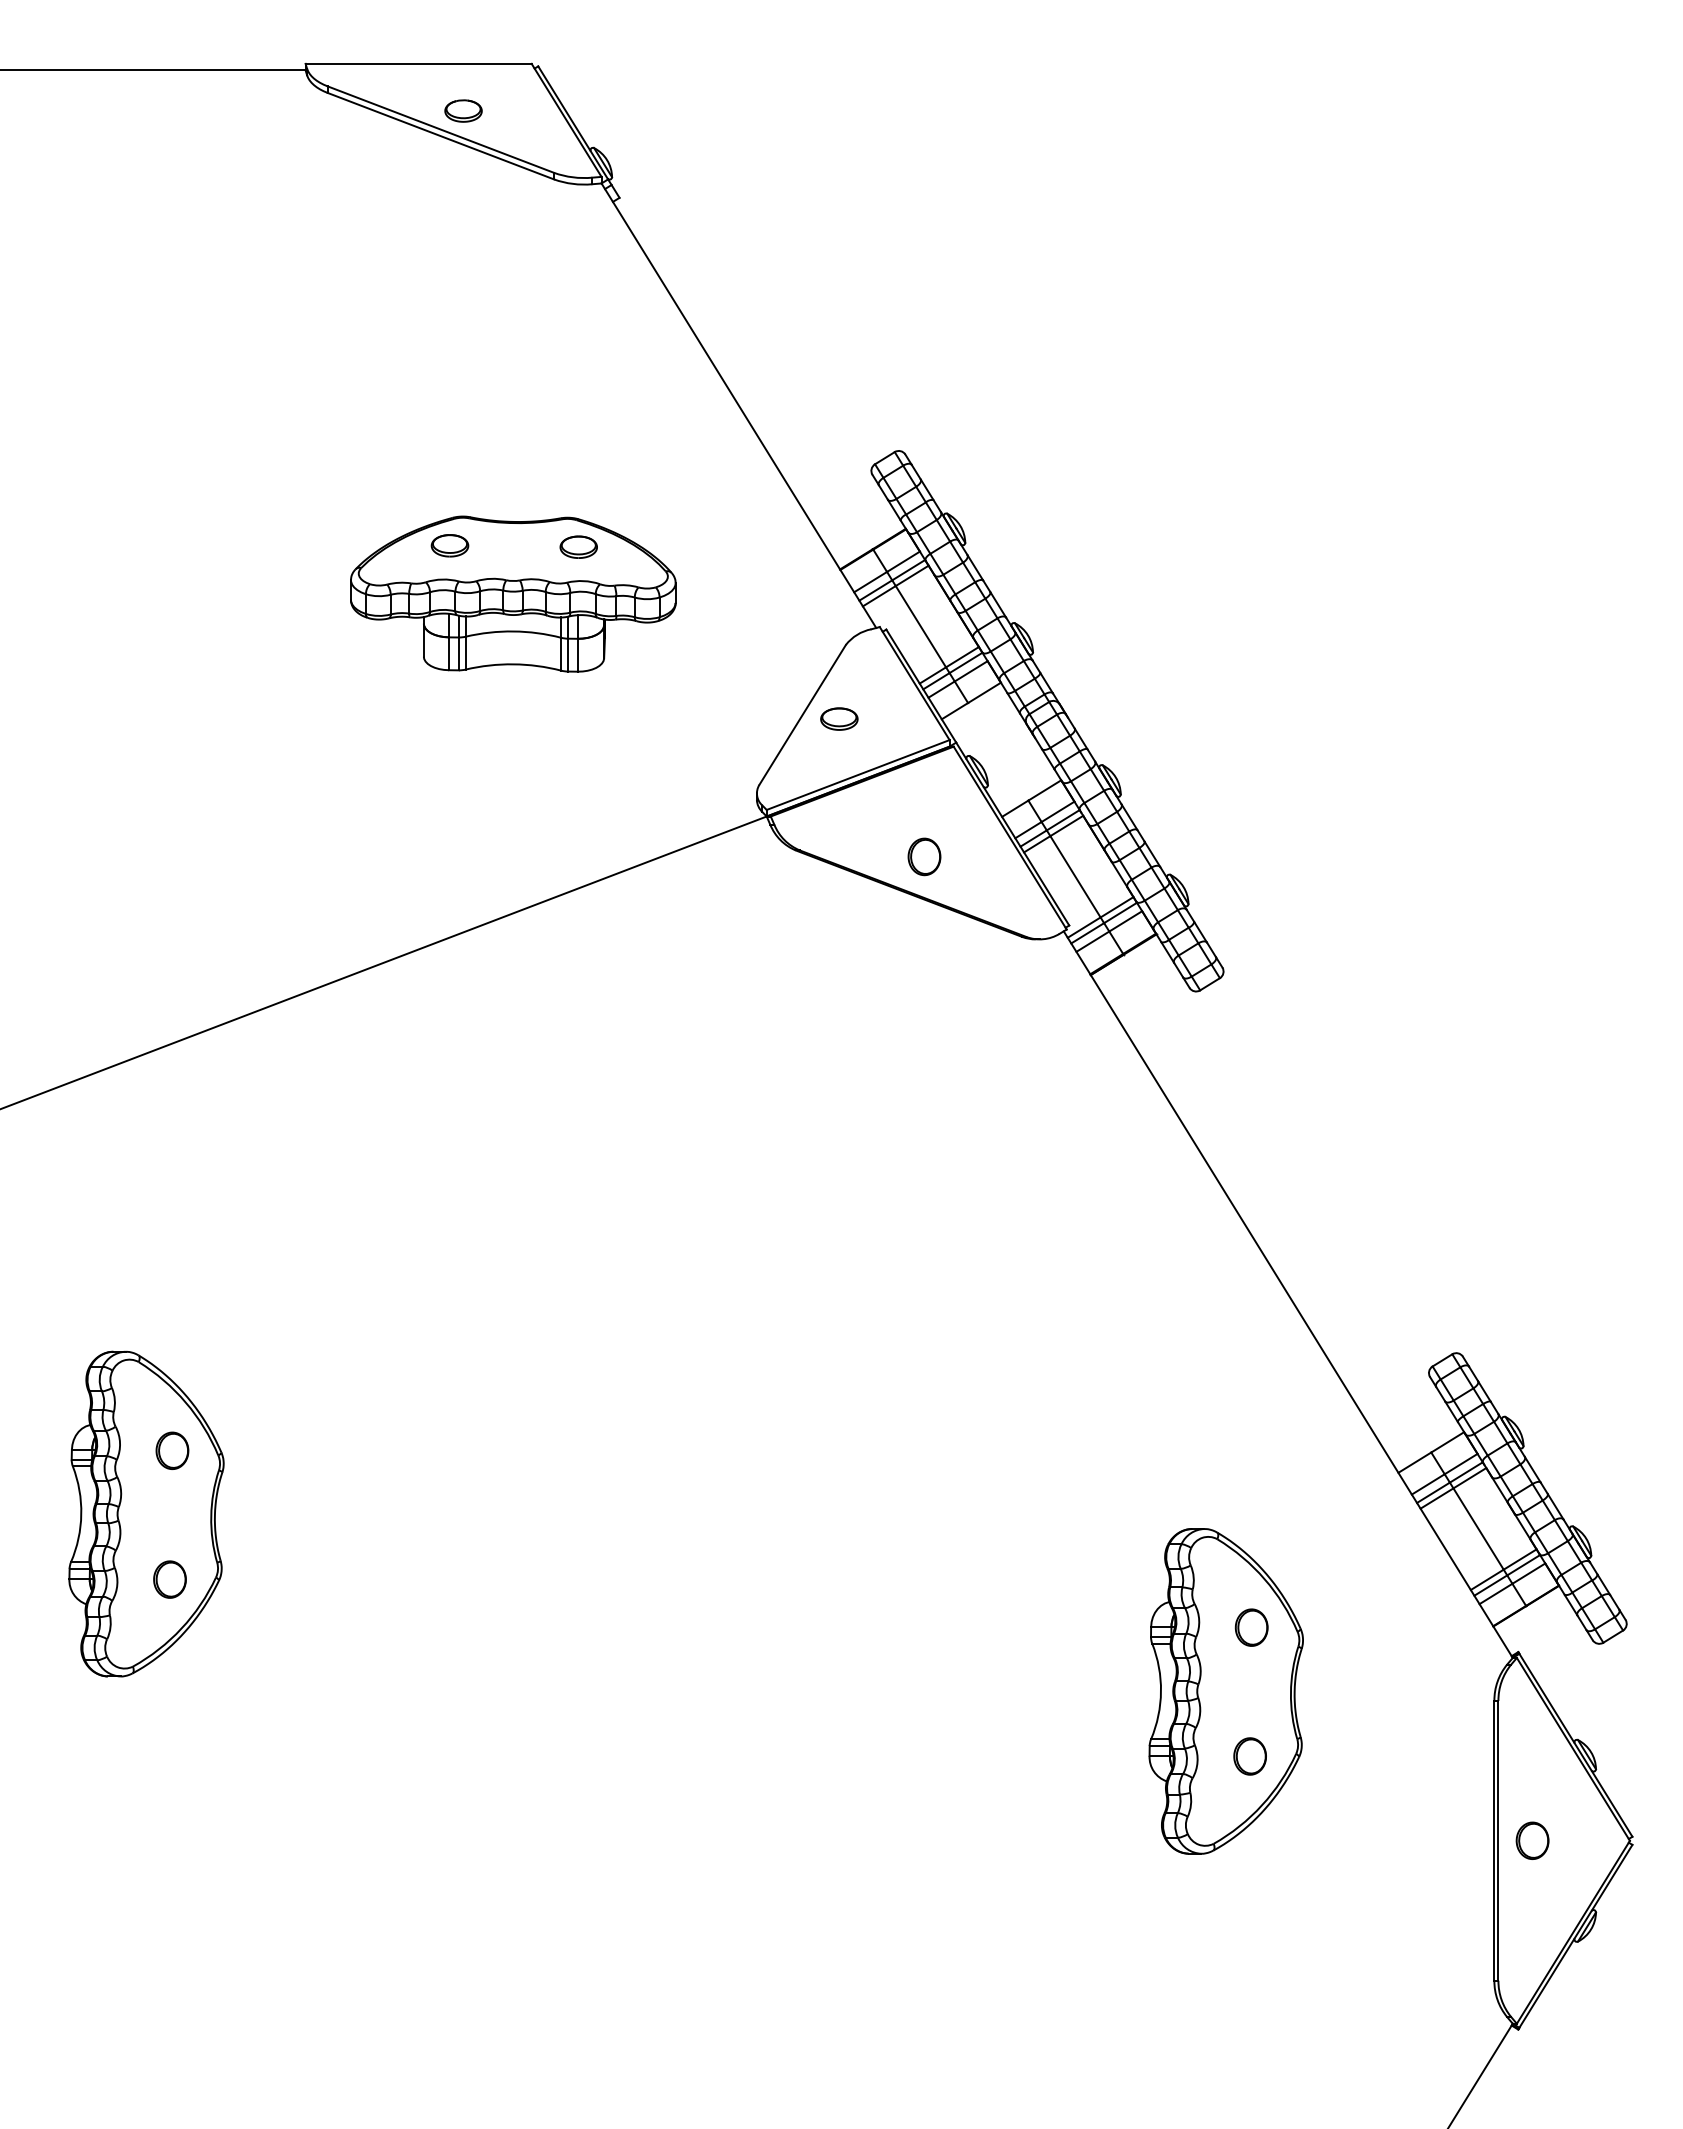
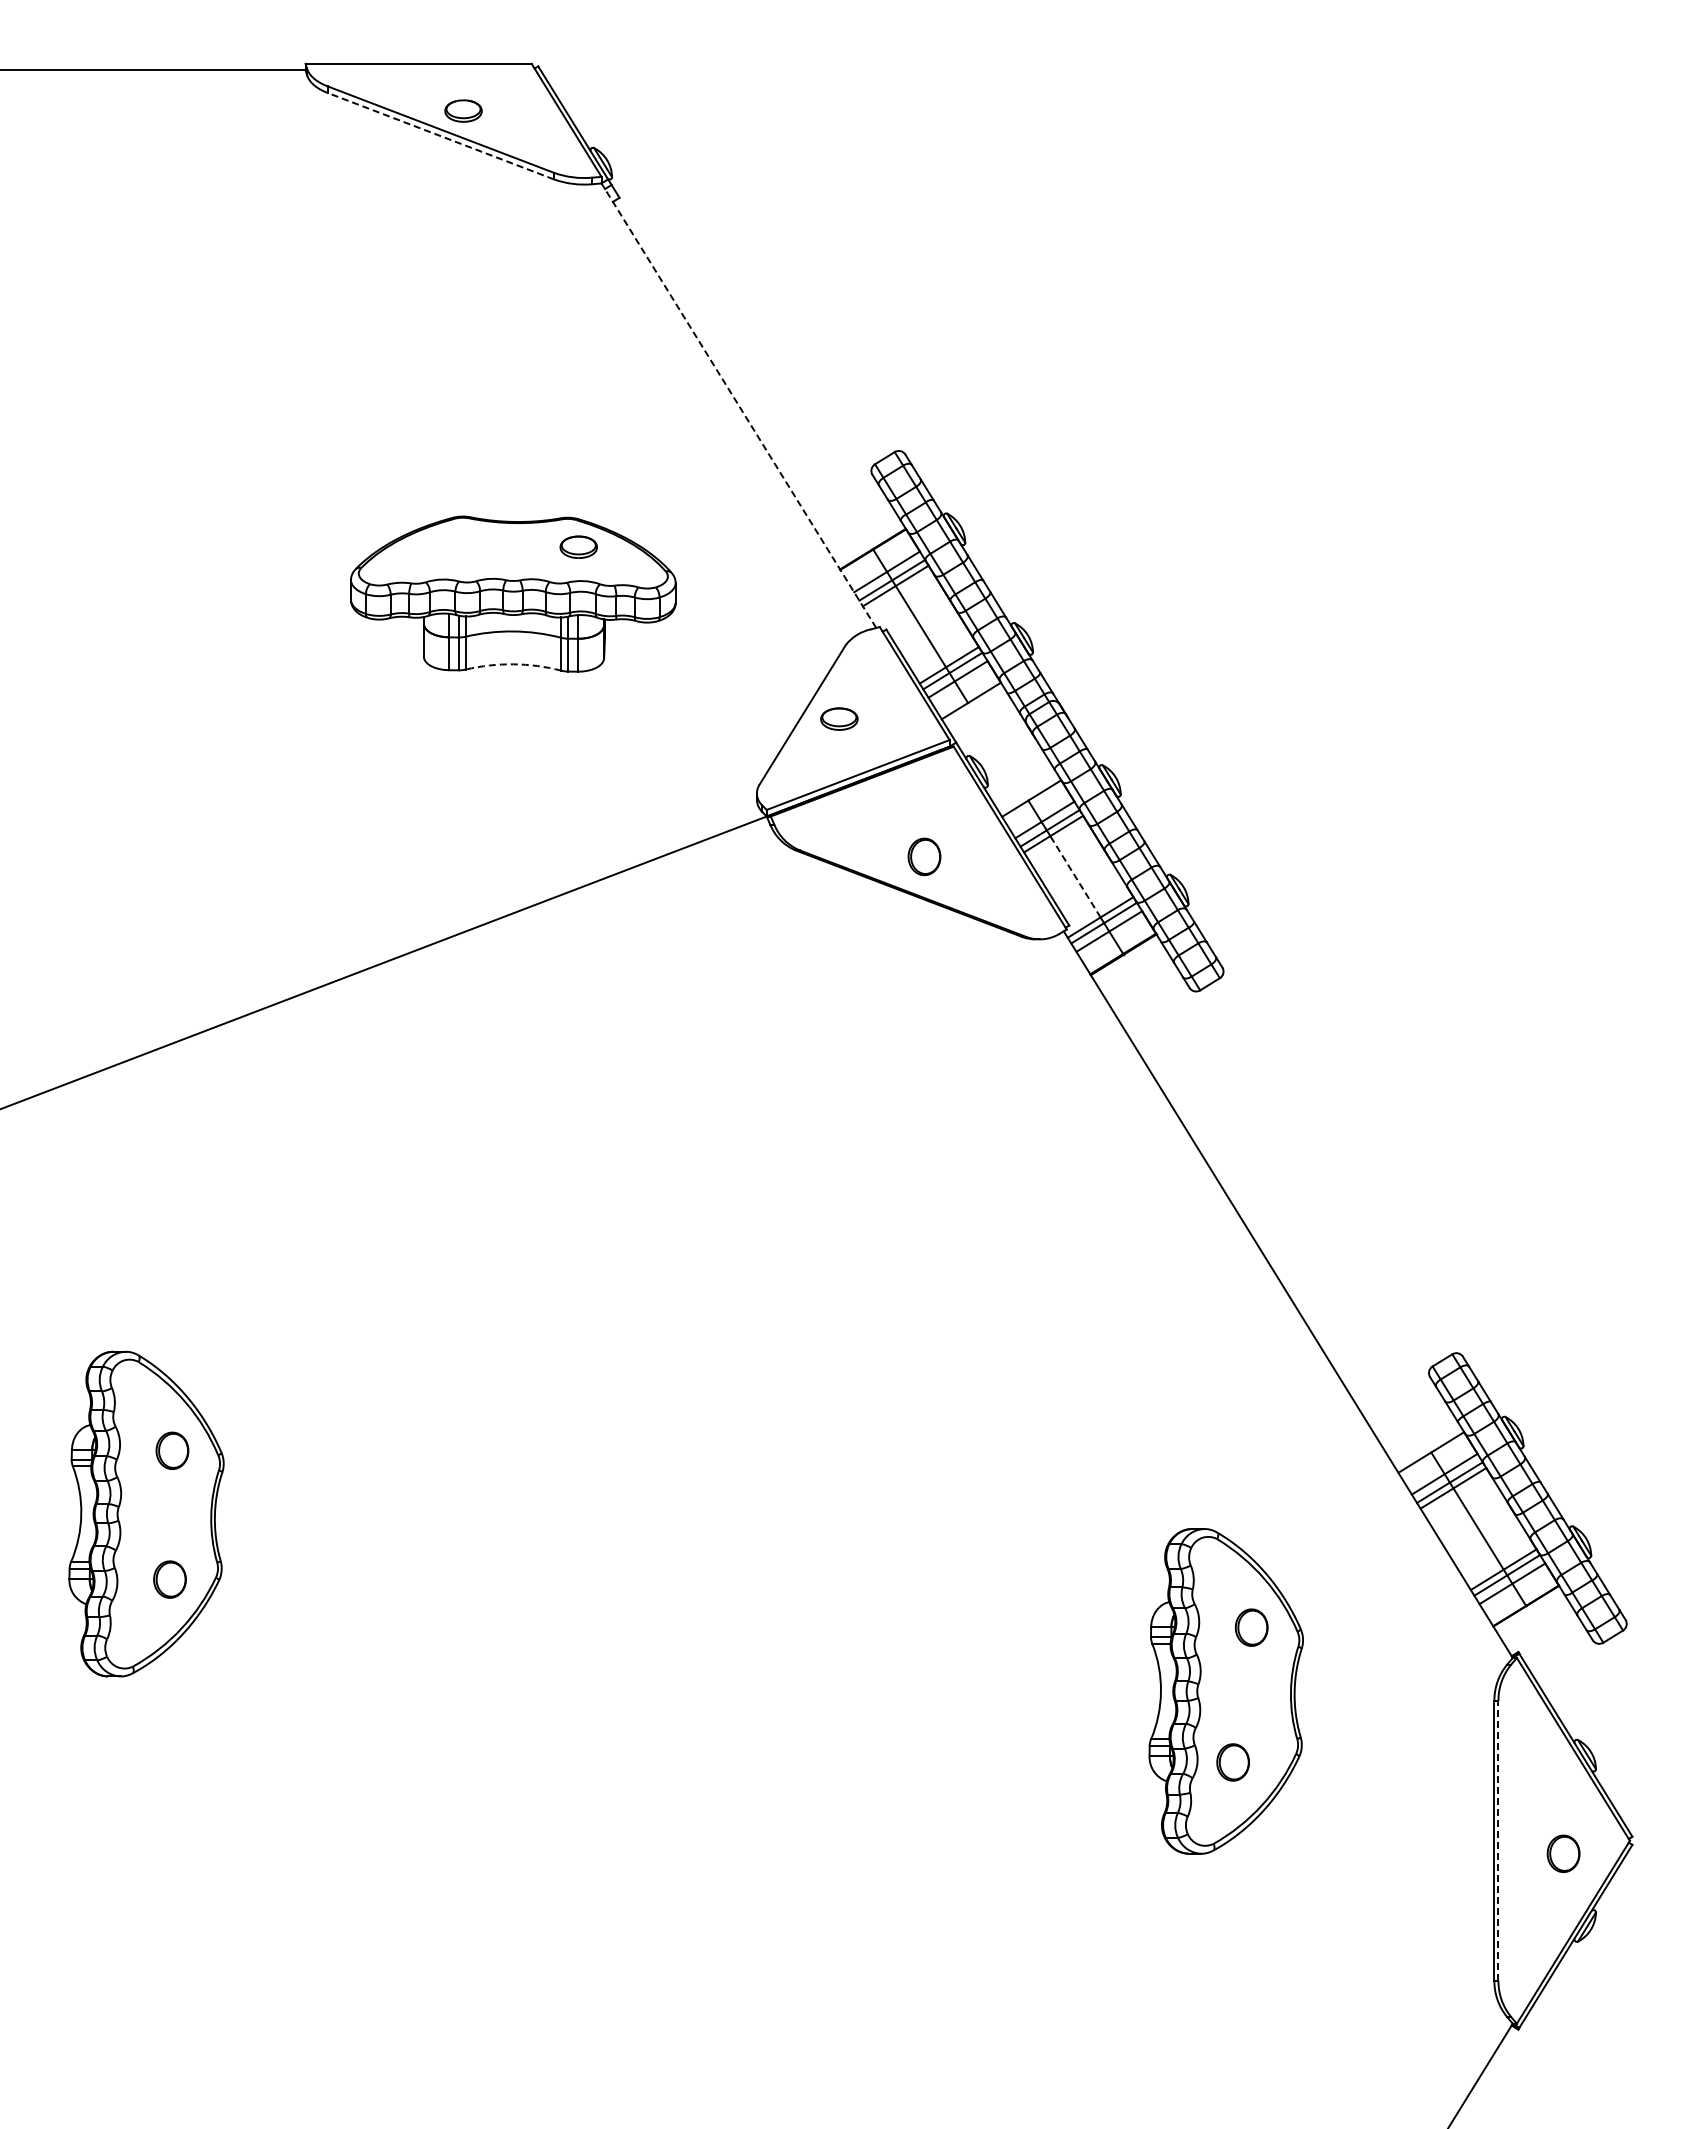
line at (440, 135): solid -> dashed
line at (738, 405): solid -> dashed
part at (449, 545): present -> none
arc at (513, 664): solid -> dashed
line at (1075, 876): solid -> dashed
part at (1249, 1756) position: (1249, 1756) -> (1232, 1762)
line at (1498, 1840): solid -> dashed
part at (1532, 1840) position: (1532, 1840) -> (1563, 1853)
